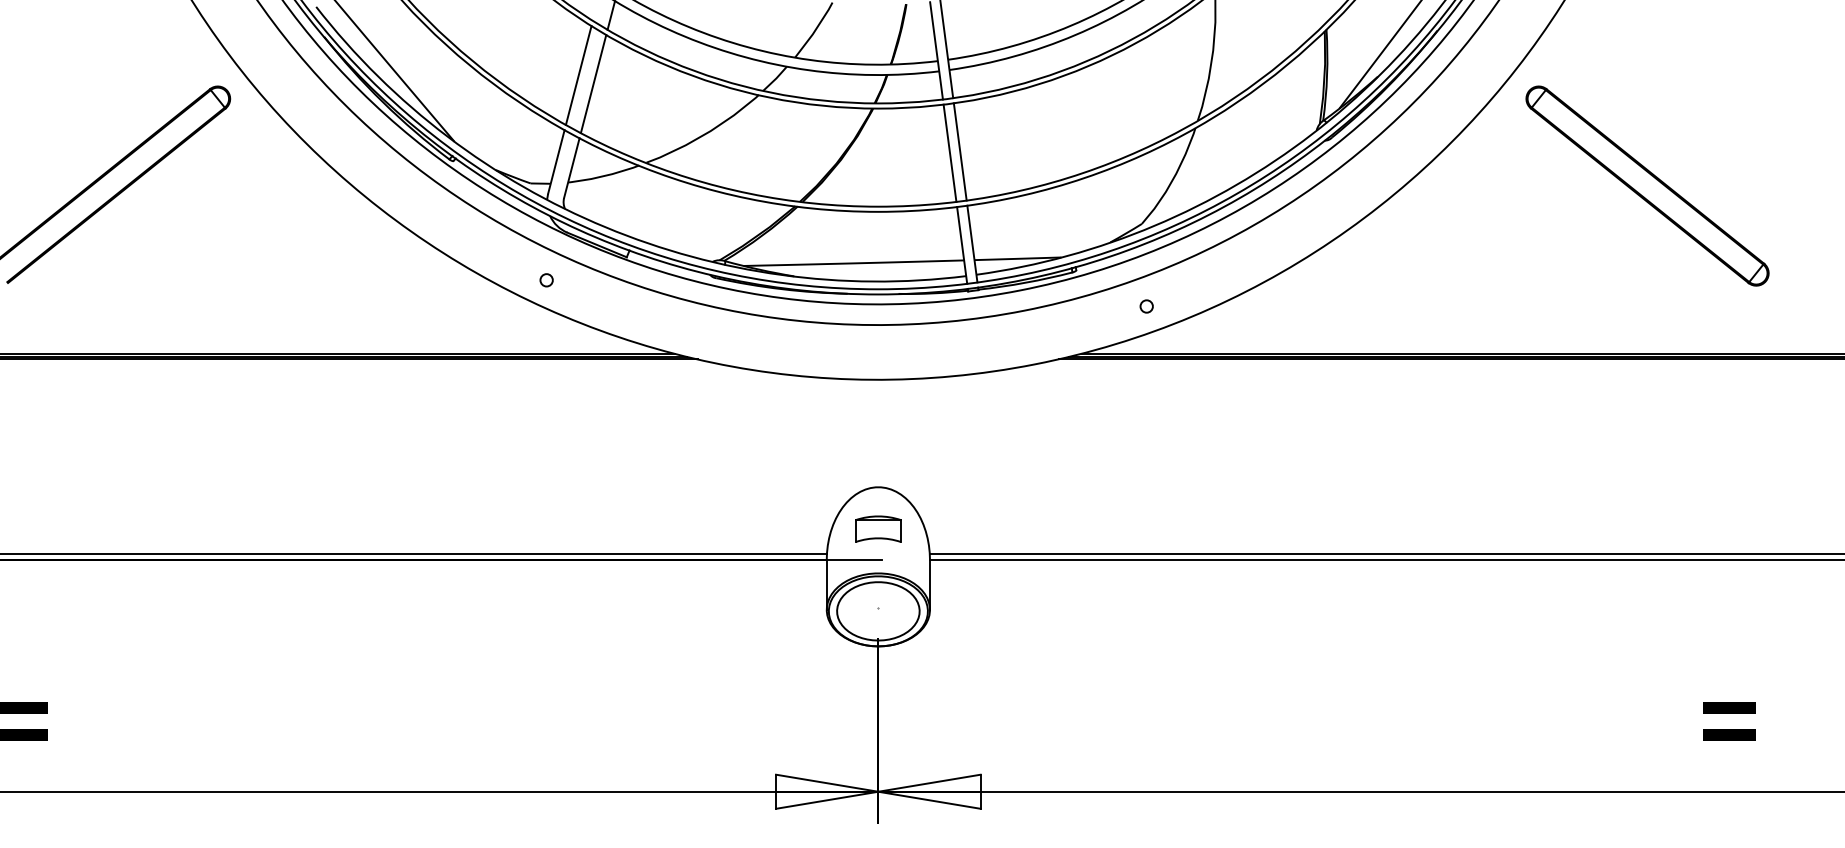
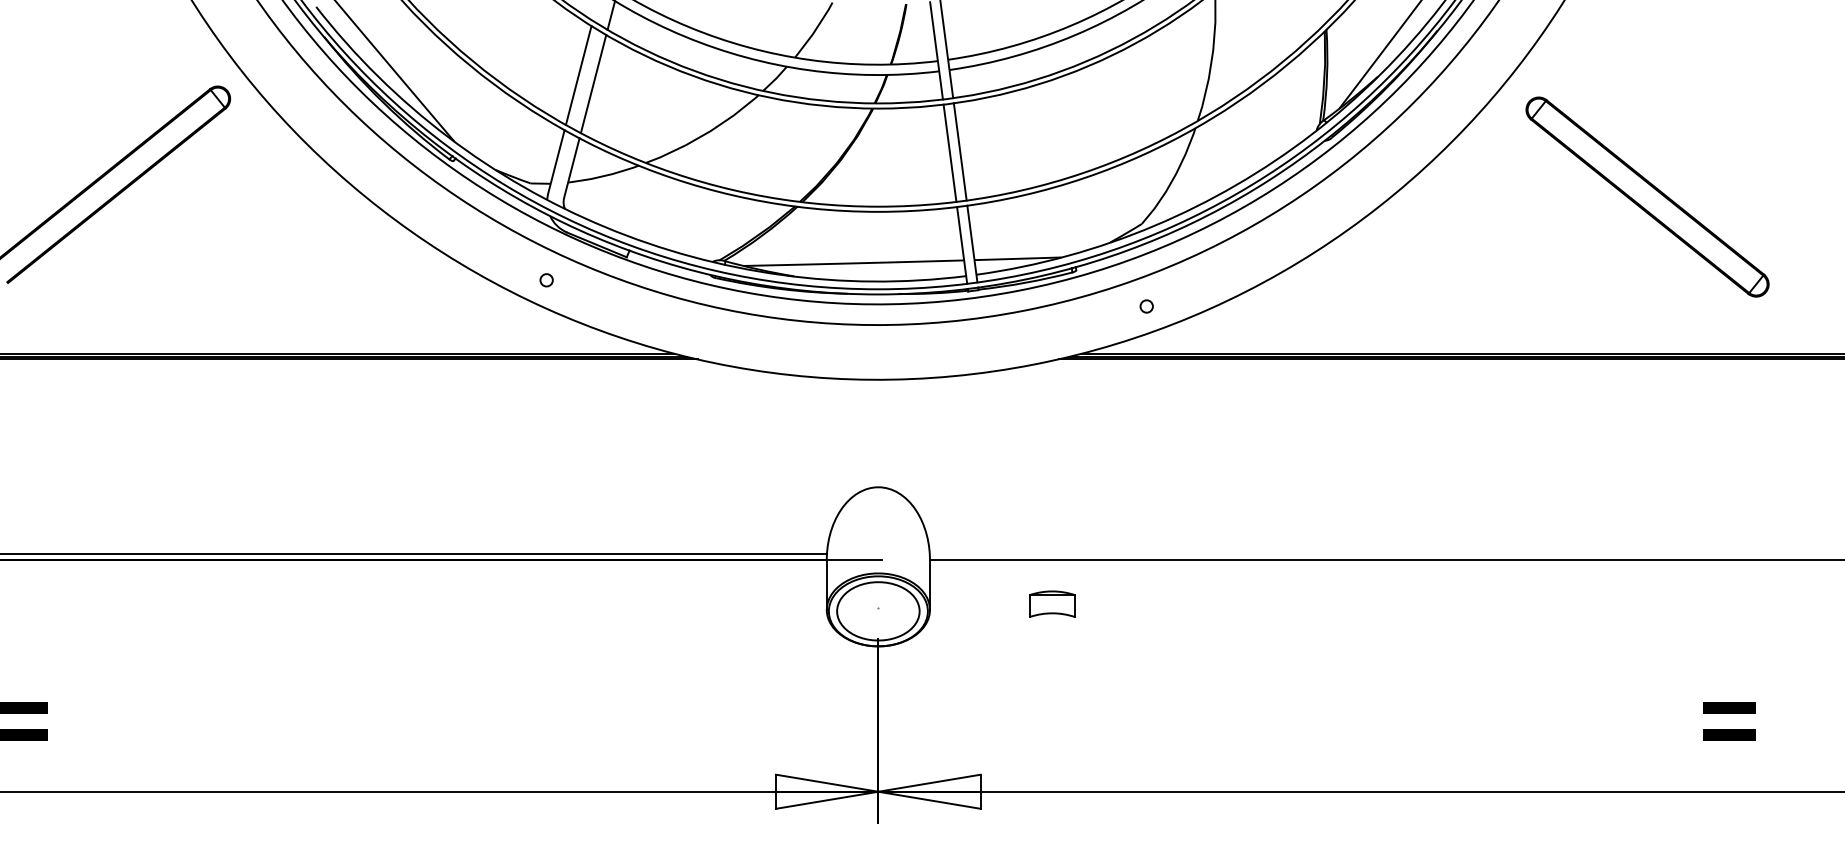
part at (1647, 185) position: (1647, 185) -> (1647, 196)
part at (878, 528) position: (878, 528) -> (1052, 603)
line at (1385, 554): present -> none
